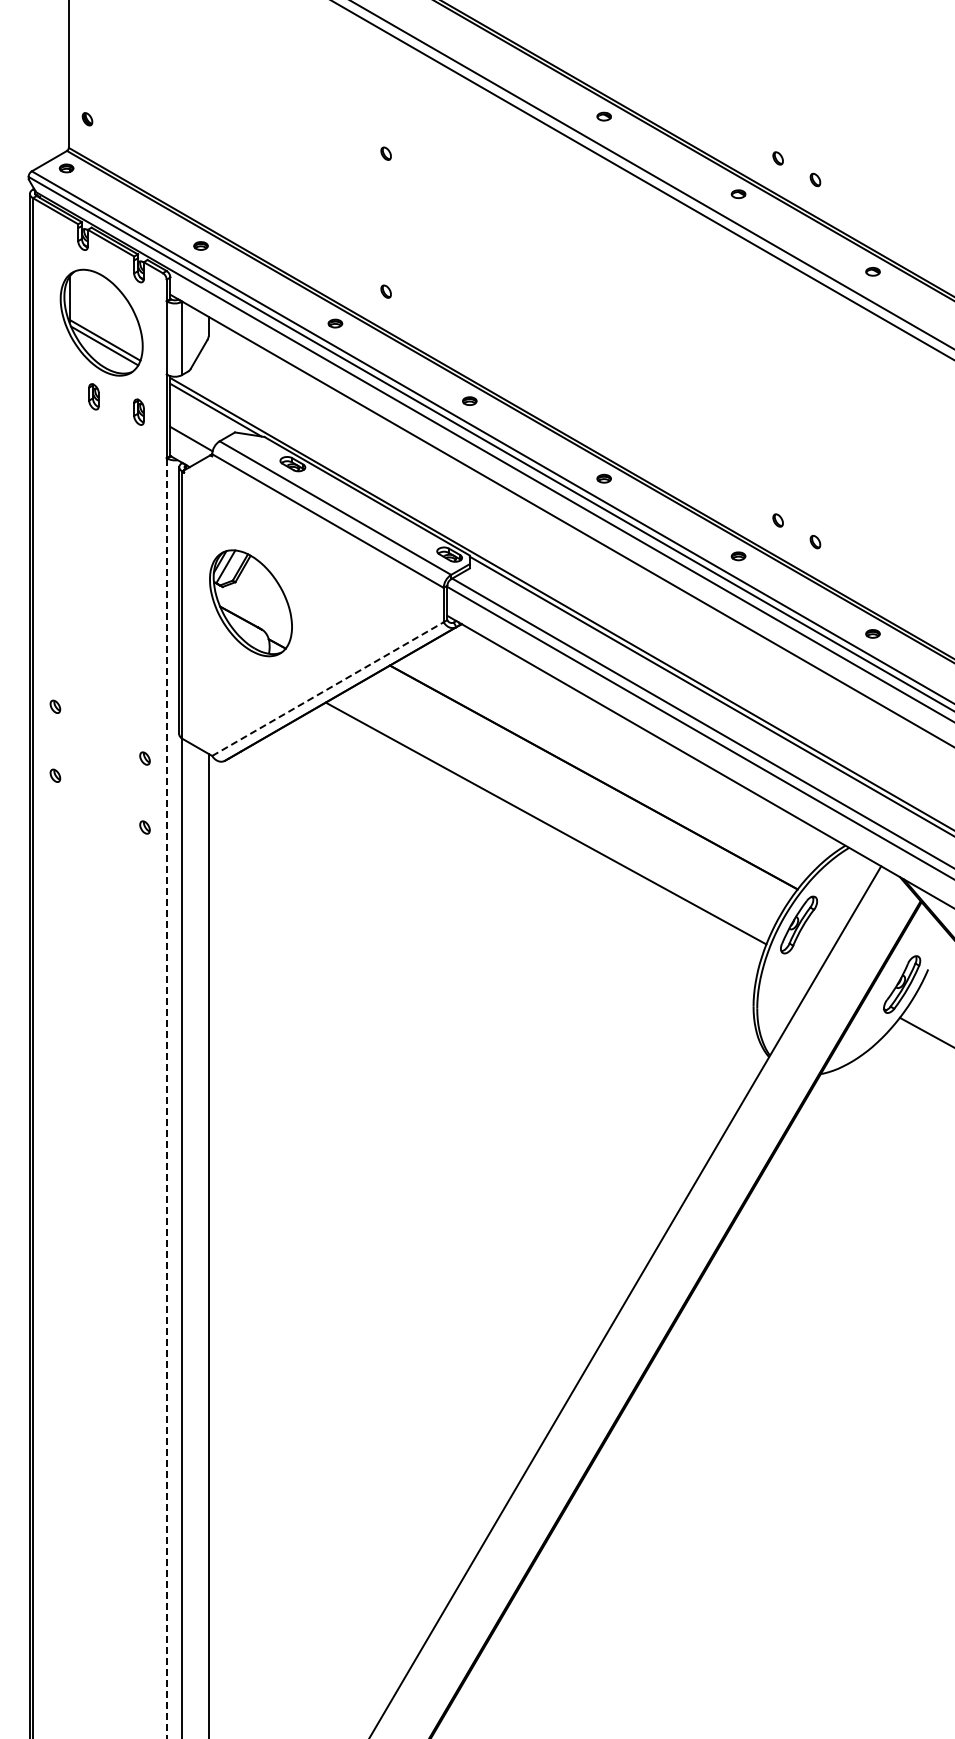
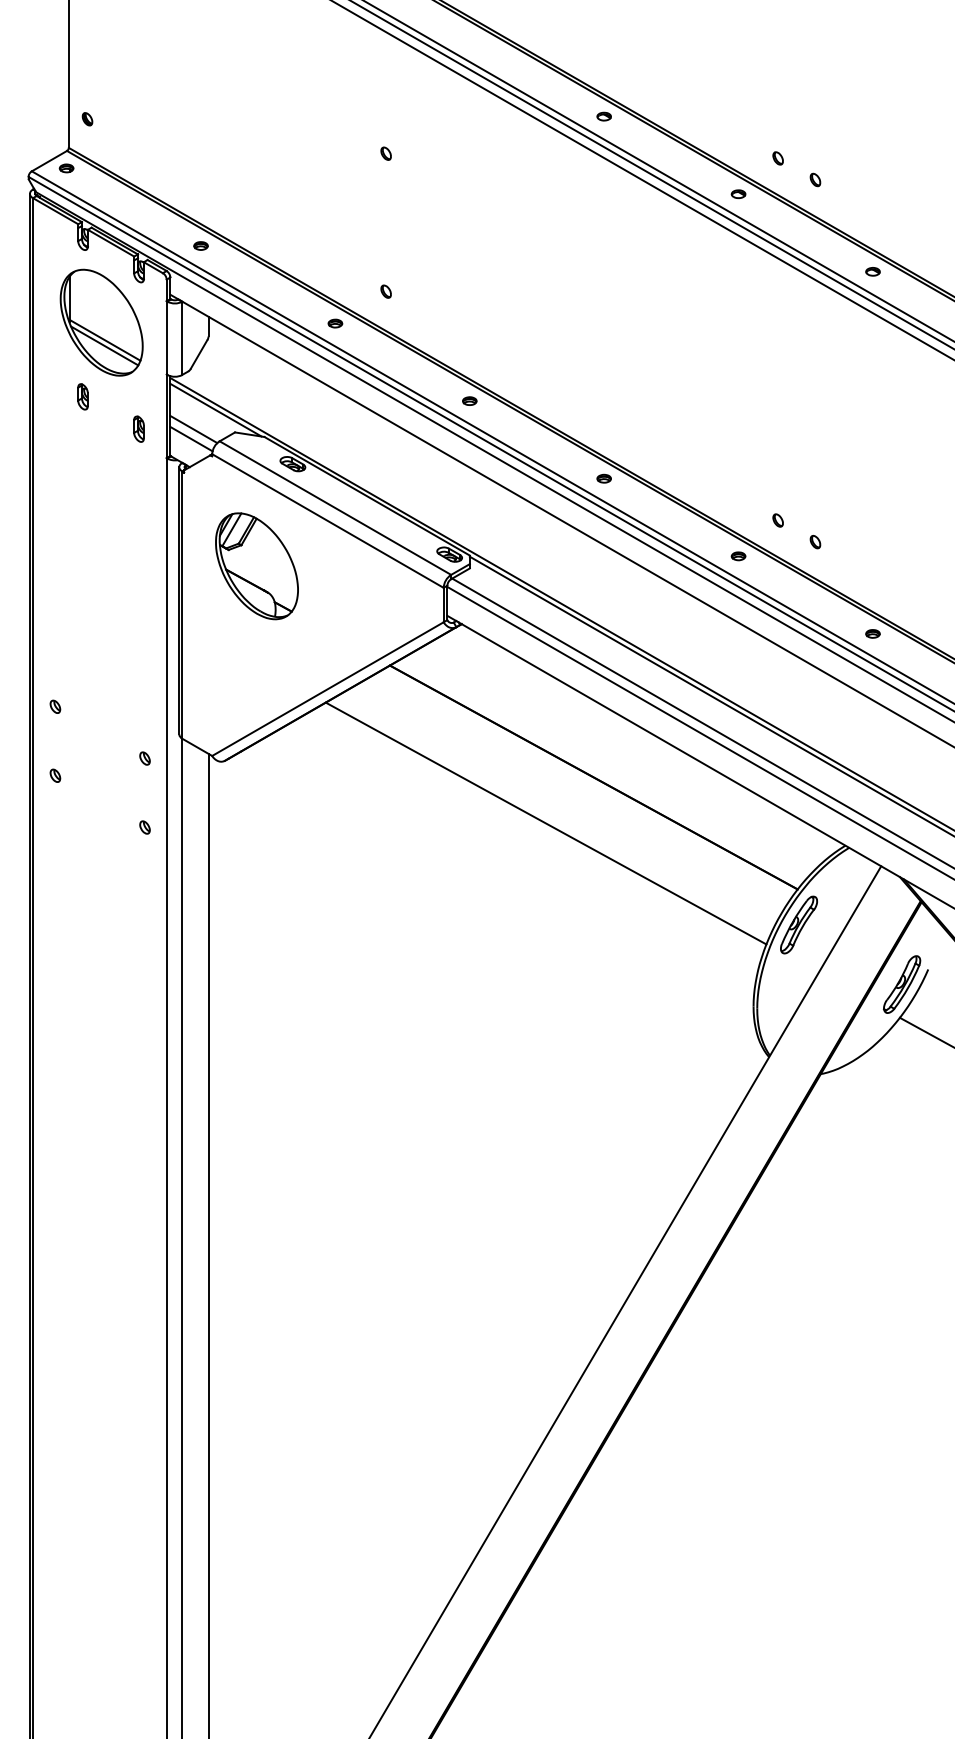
line at (658, 171): none -> present
part at (93, 396) position: (93, 396) -> (82, 396)
part at (138, 411) position: (138, 411) -> (138, 428)
line at (193, 429): none -> present
part at (250, 603) position: (250, 603) -> (256, 566)
line at (327, 689): dashed -> solid
line at (167, 1098): dashed -> solid
